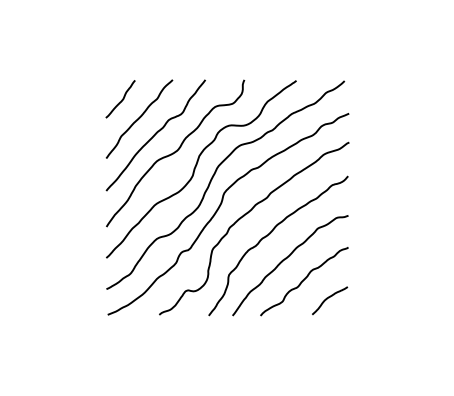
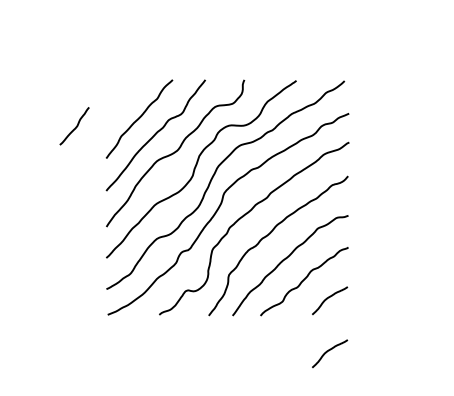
curve at (121, 99) position: (121, 99) -> (75, 126)
curve at (329, 351): none -> present
